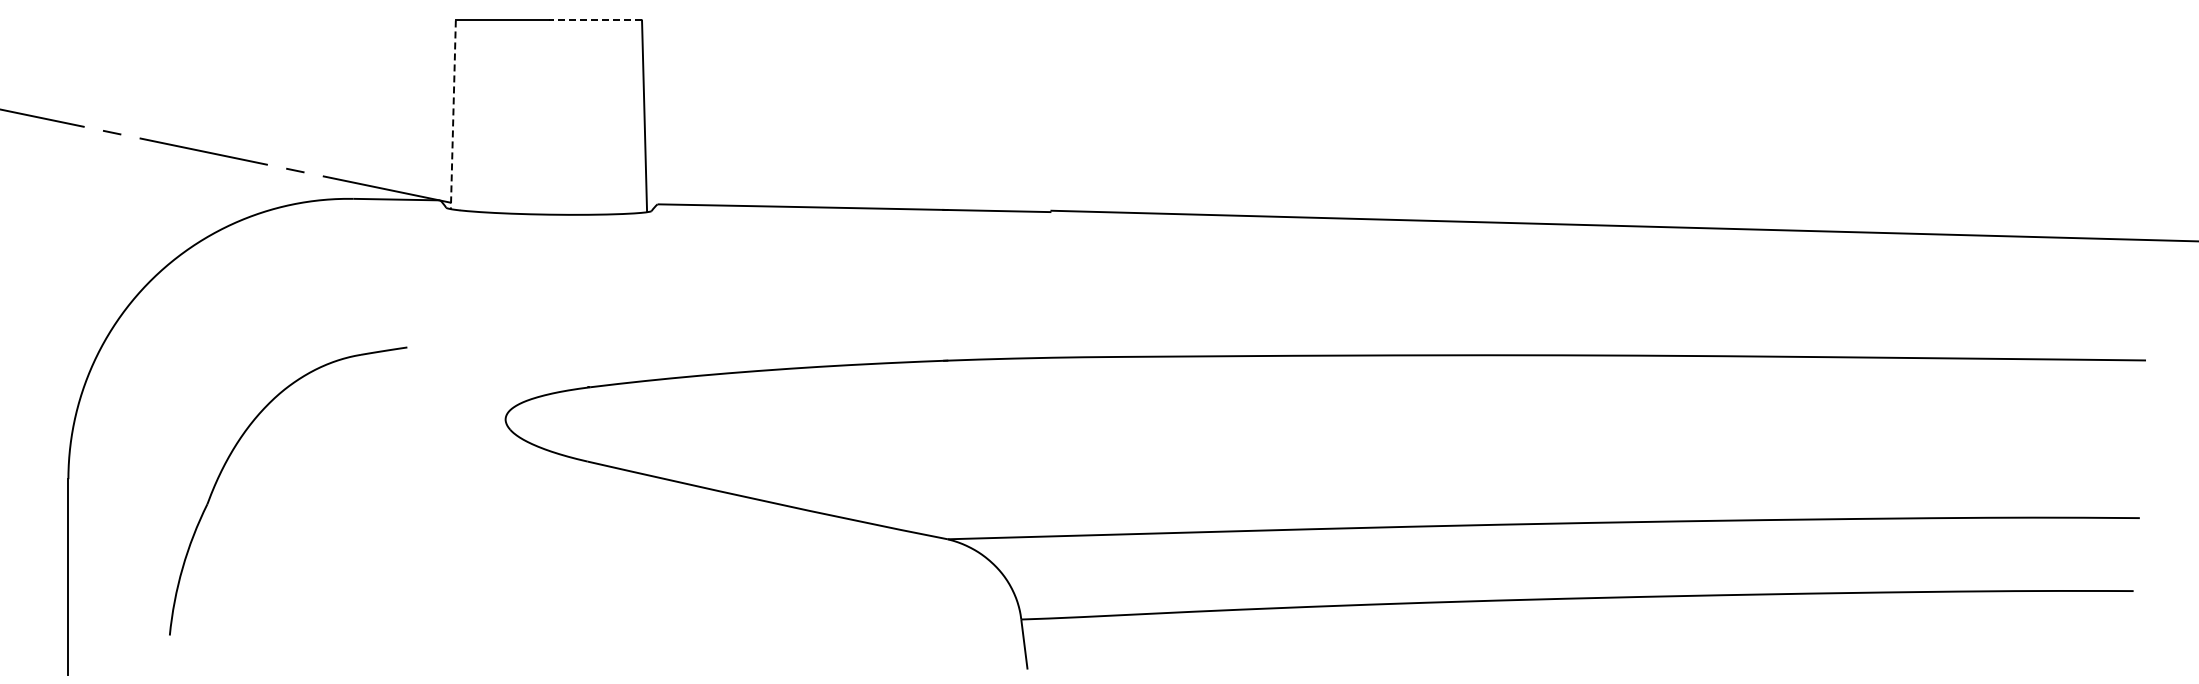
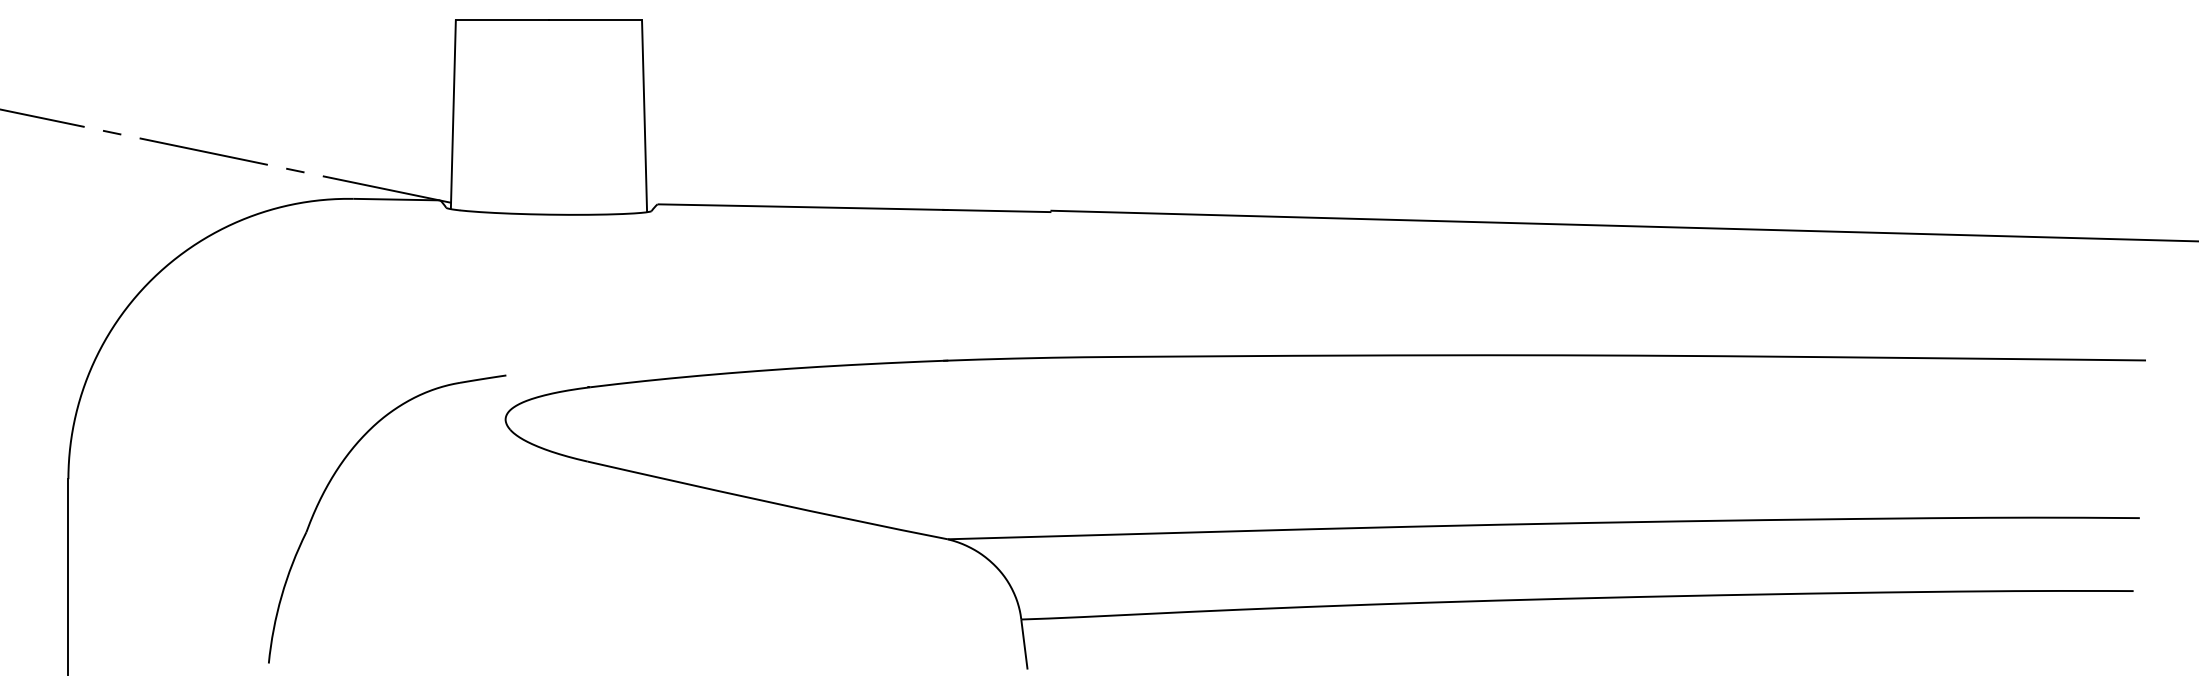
line at (595, 20): dashed -> solid
line at (453, 115): dashed -> solid
part at (228, 460) position: (228, 460) -> (327, 488)
